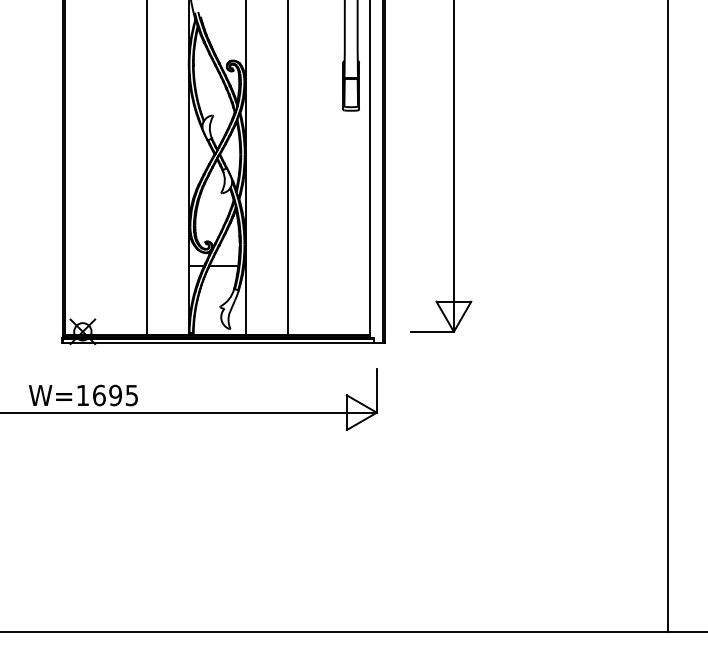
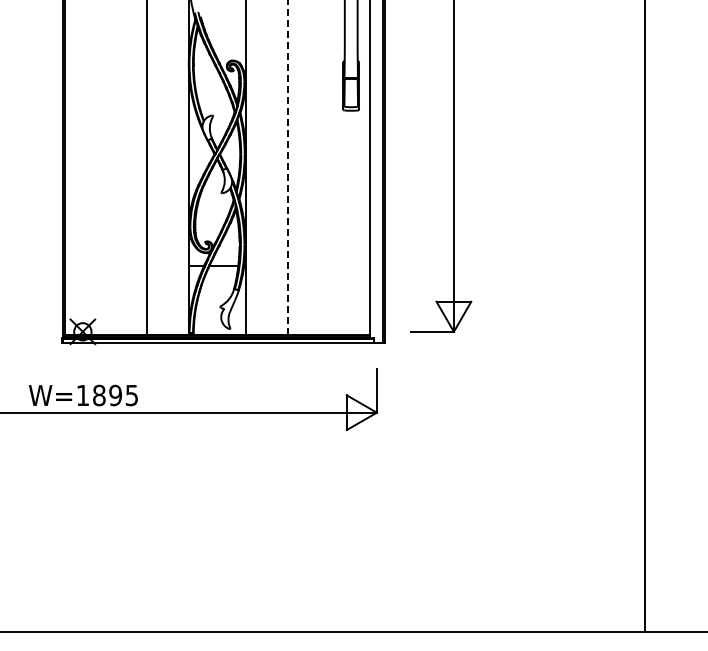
line at (287, 168): solid -> dashed
line at (668, 316) position: (668, 316) -> (645, 316)
text at (99, 395): W=1695 -> W=1895
